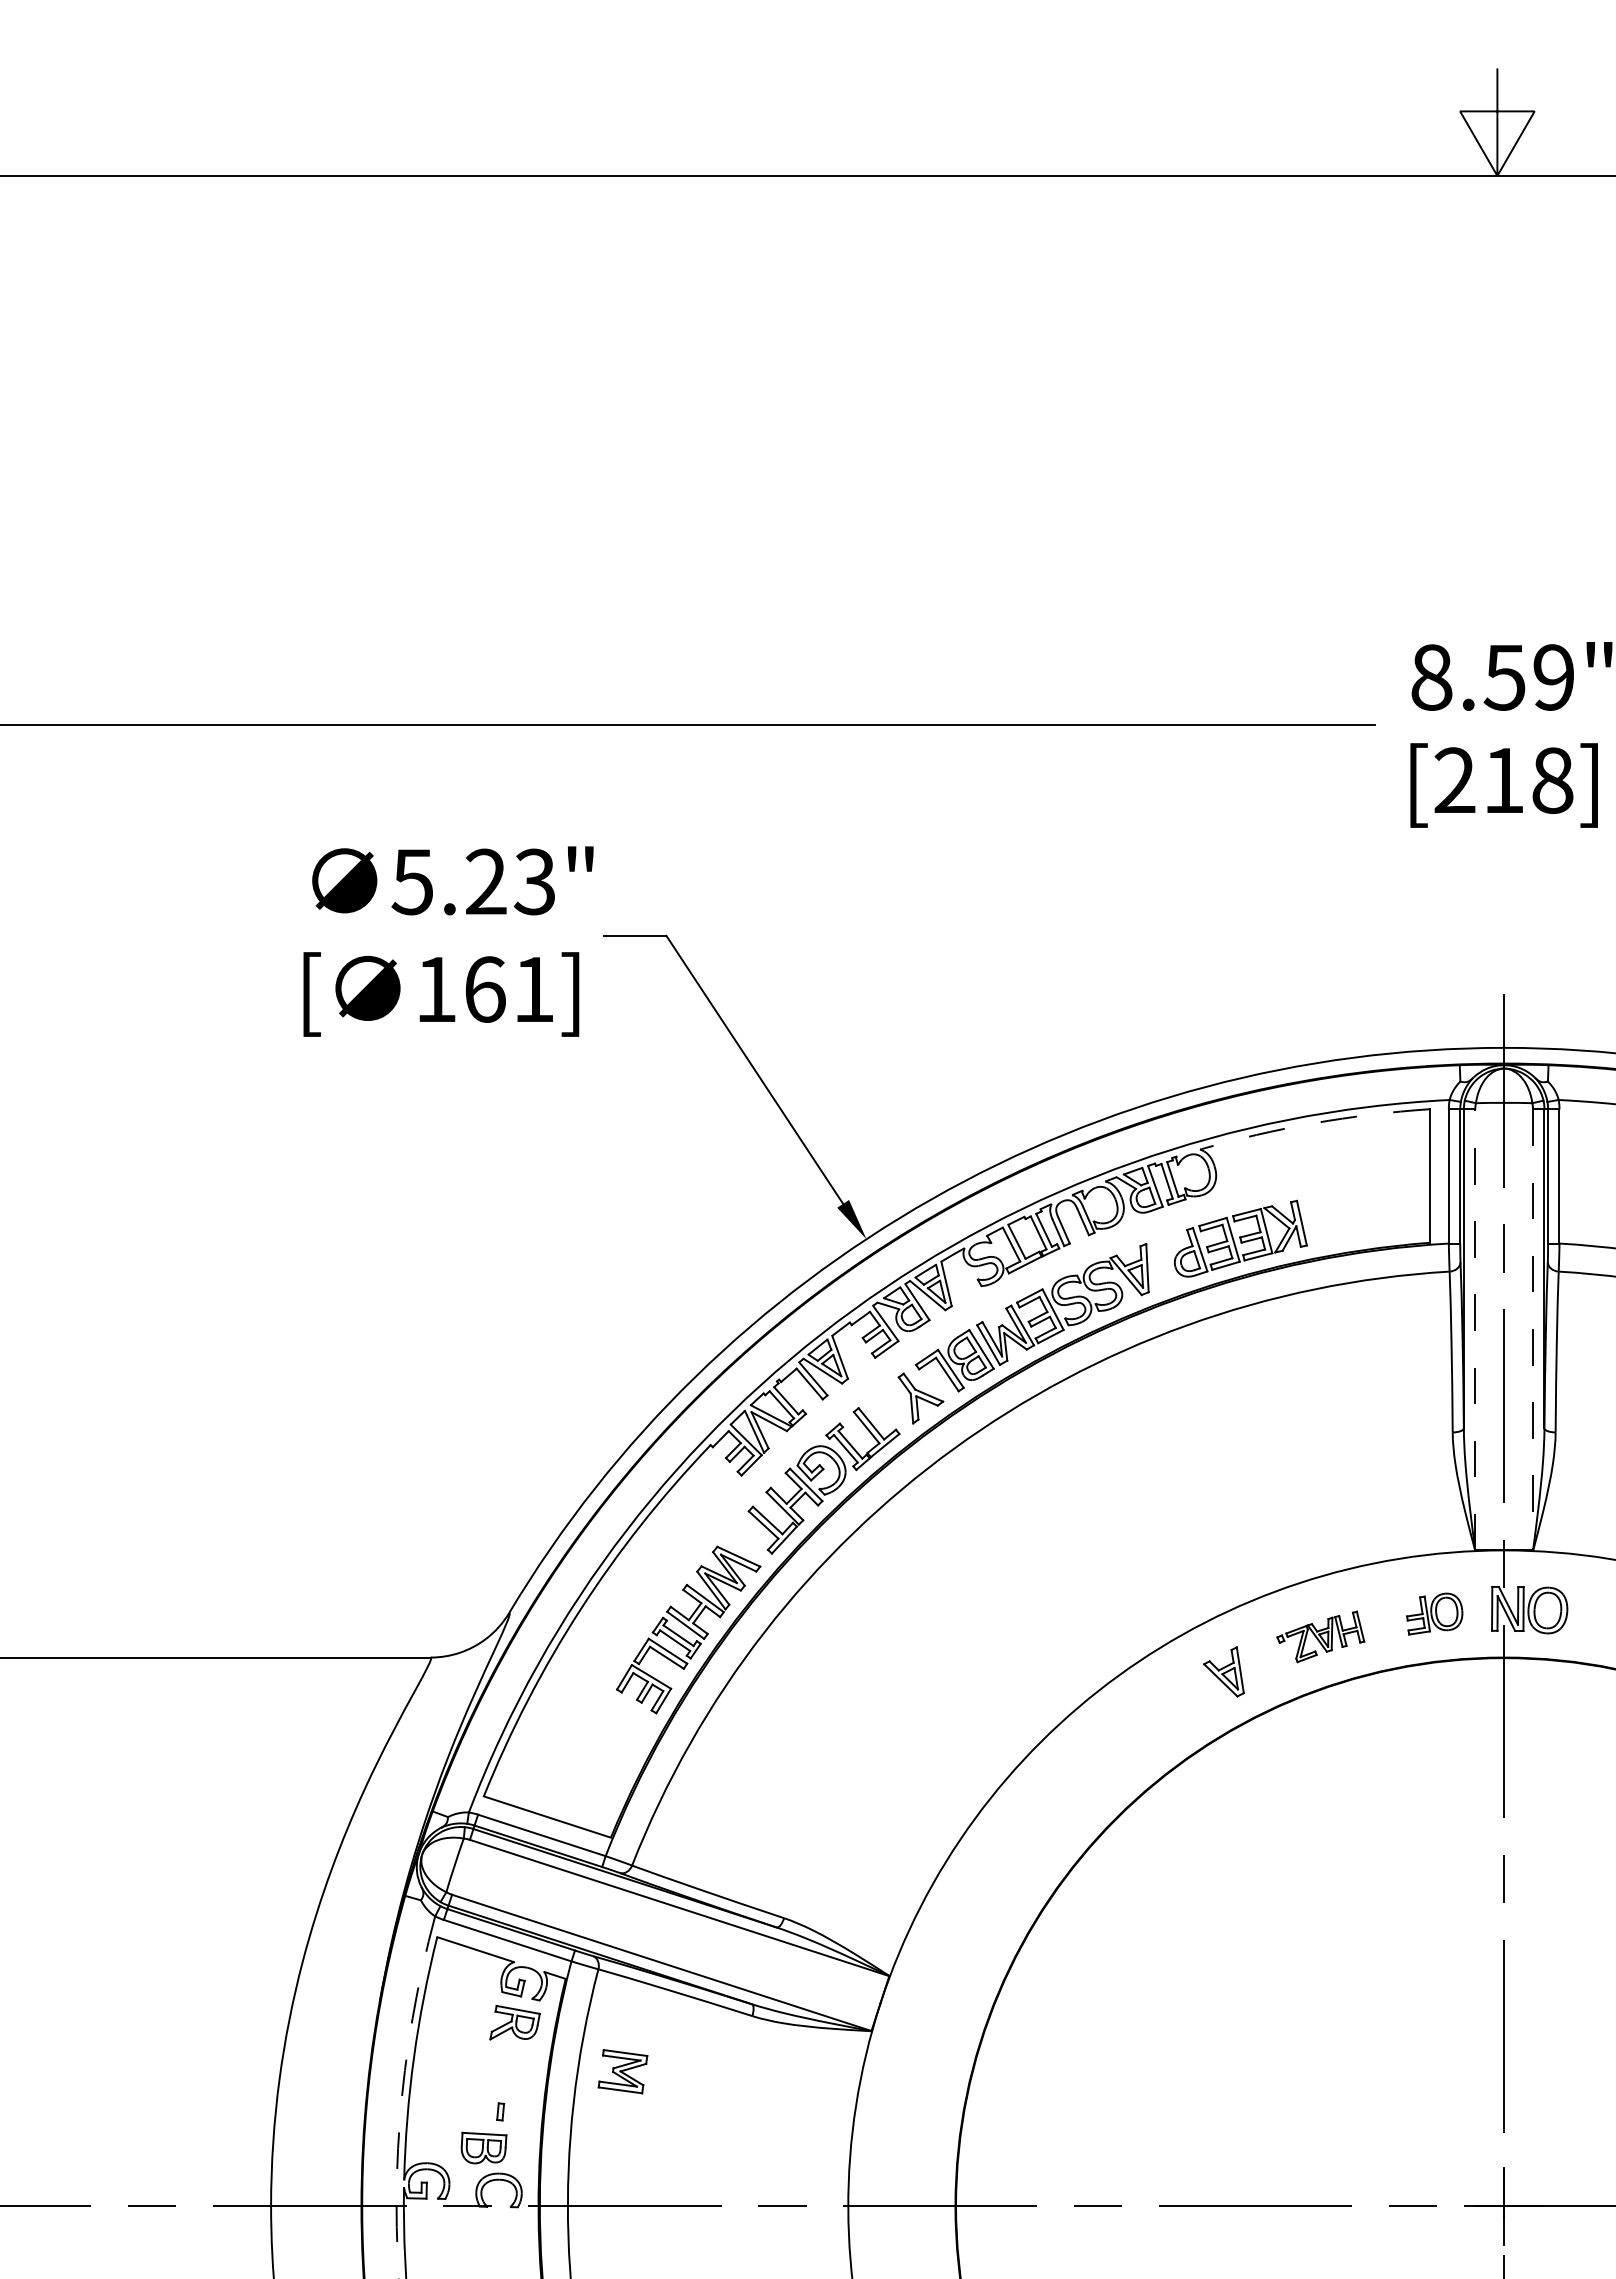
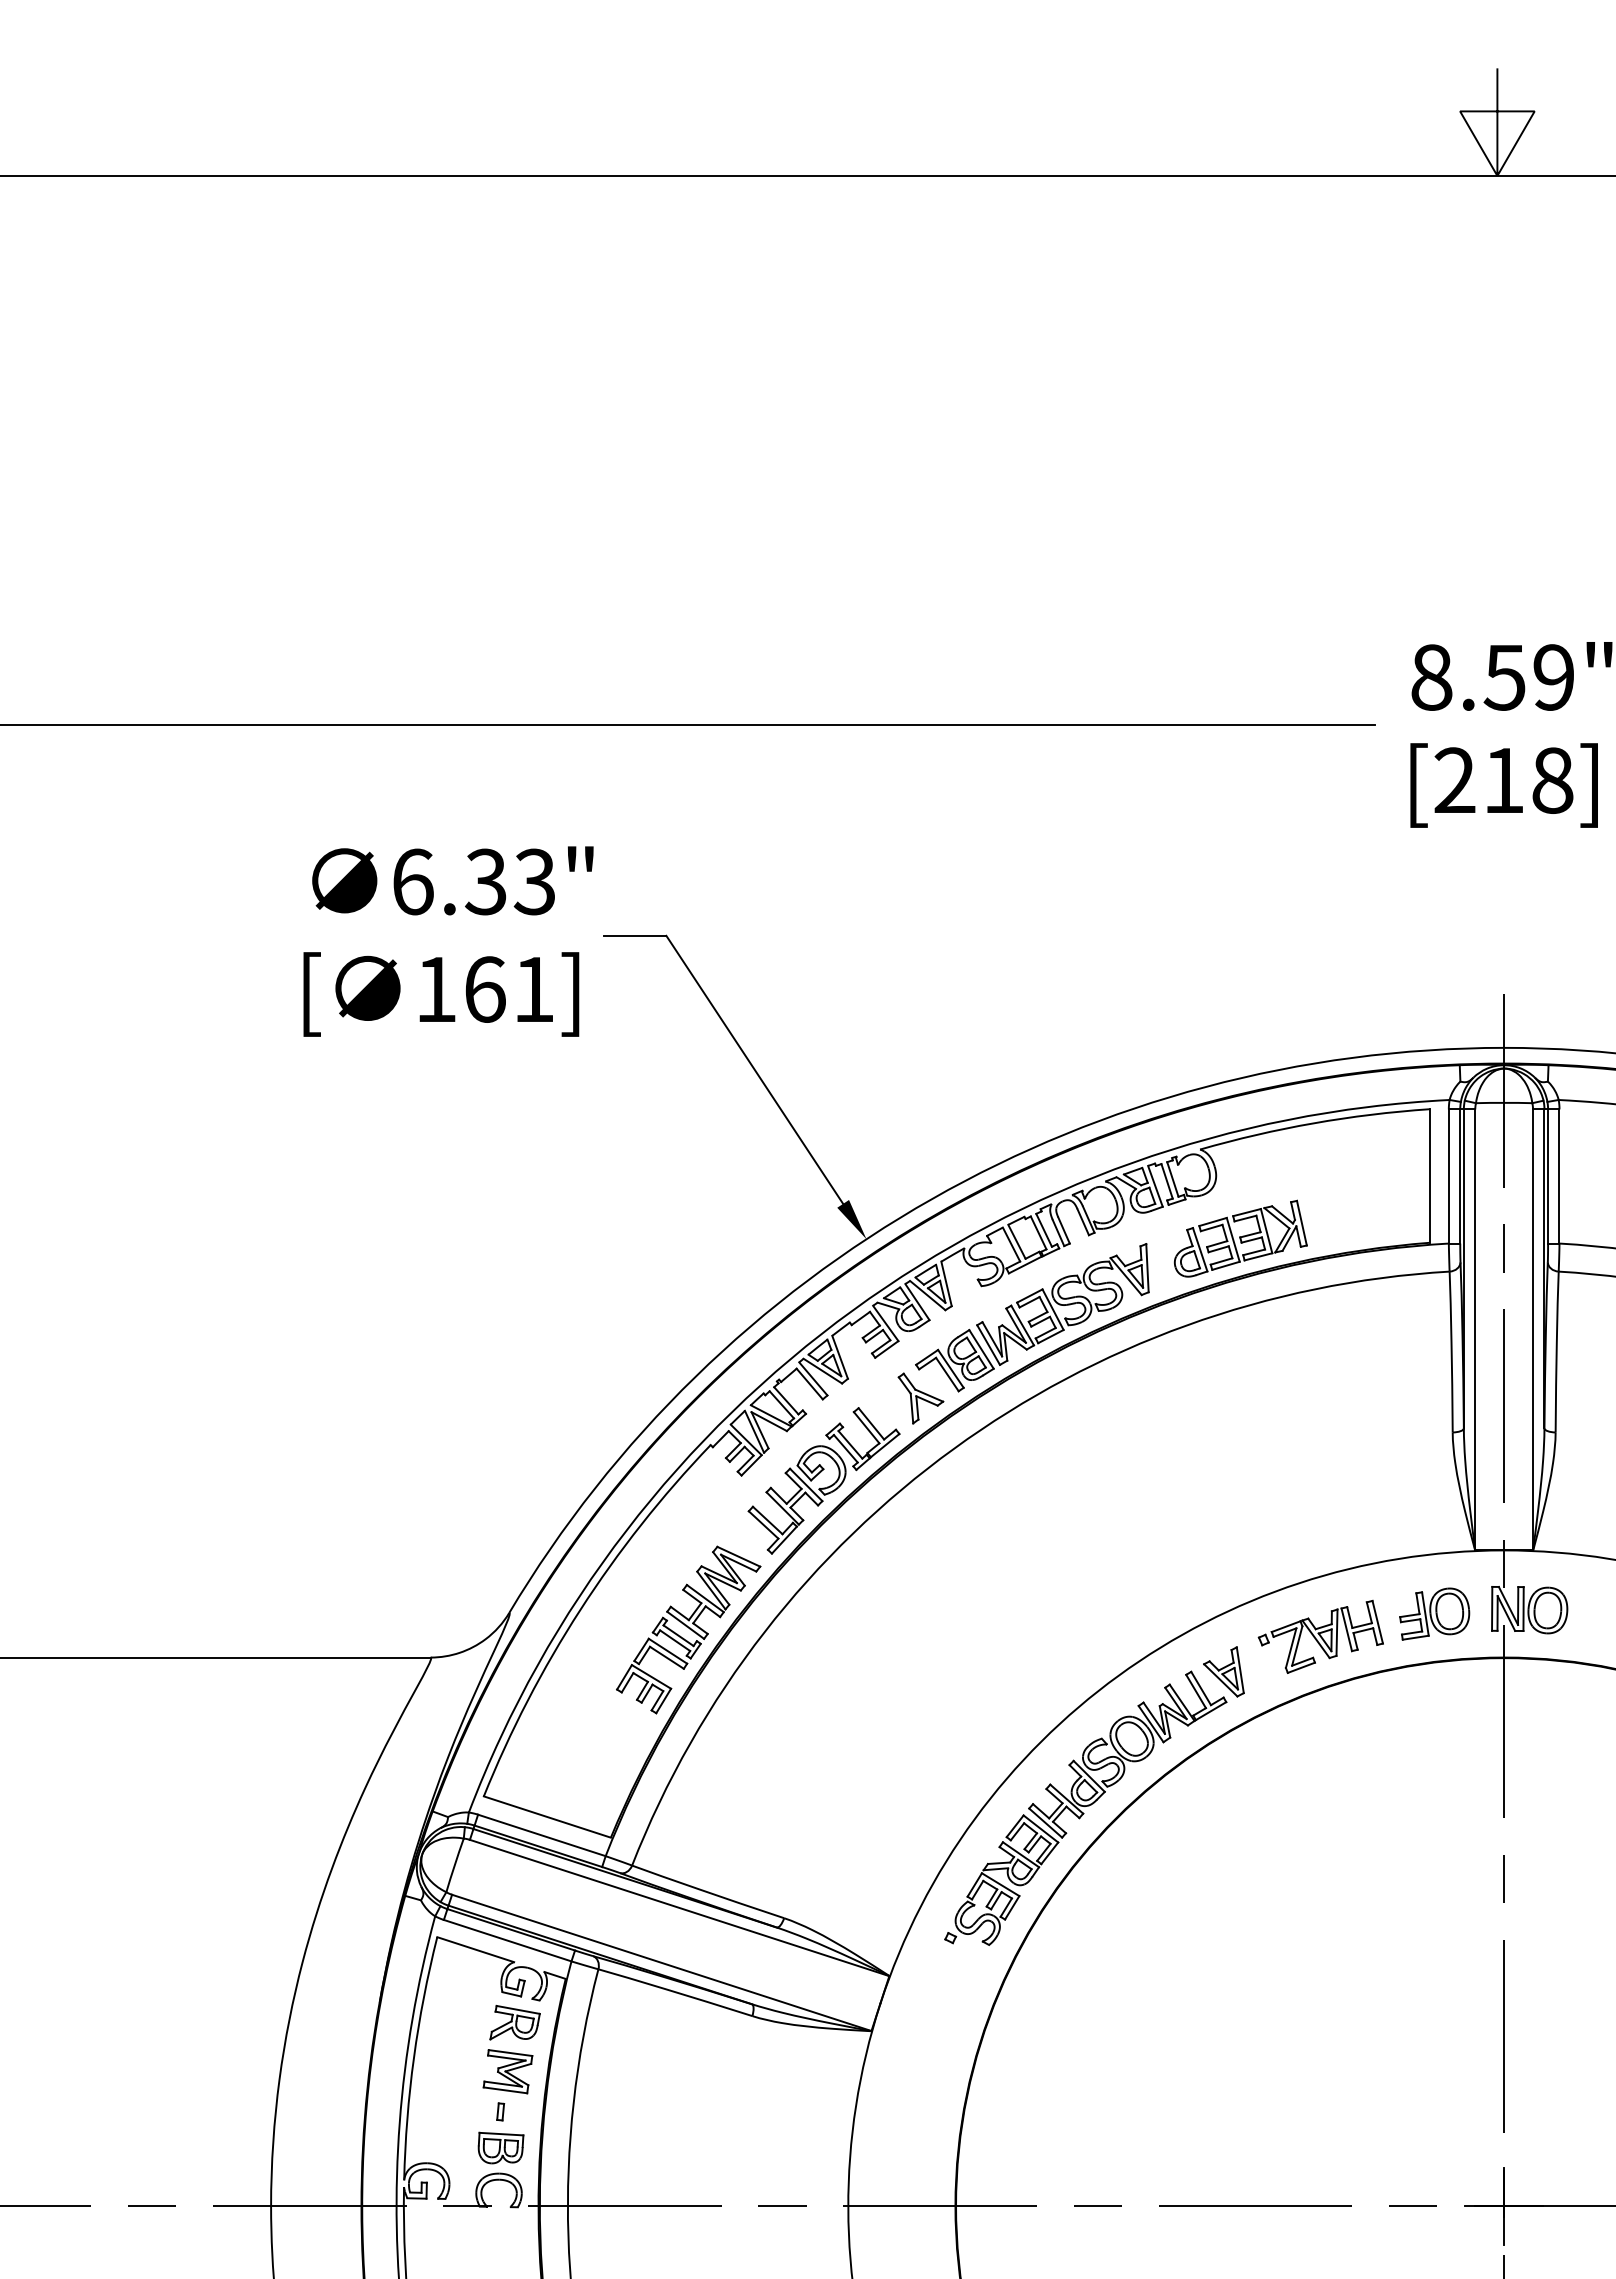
text at (448, 881): 5.23" -> 6.33"
arc at (1313, 1123): dashed -> solid
line at (1475, 1329): dashed -> solid
line at (1533, 1330): dashed -> solid
part at (1434, 1613) size: 58x44 px -> 72x54 px
part at (1320, 1636) size: 90x54 px -> 127x74 px
part at (1085, 1807): none -> present
part at (622, 2071) position: (622, 2071) -> (507, 2071)
arc at (402, 2096): dashed -> solid
part at (483, 2147) position: (483, 2147) -> (500, 2147)
